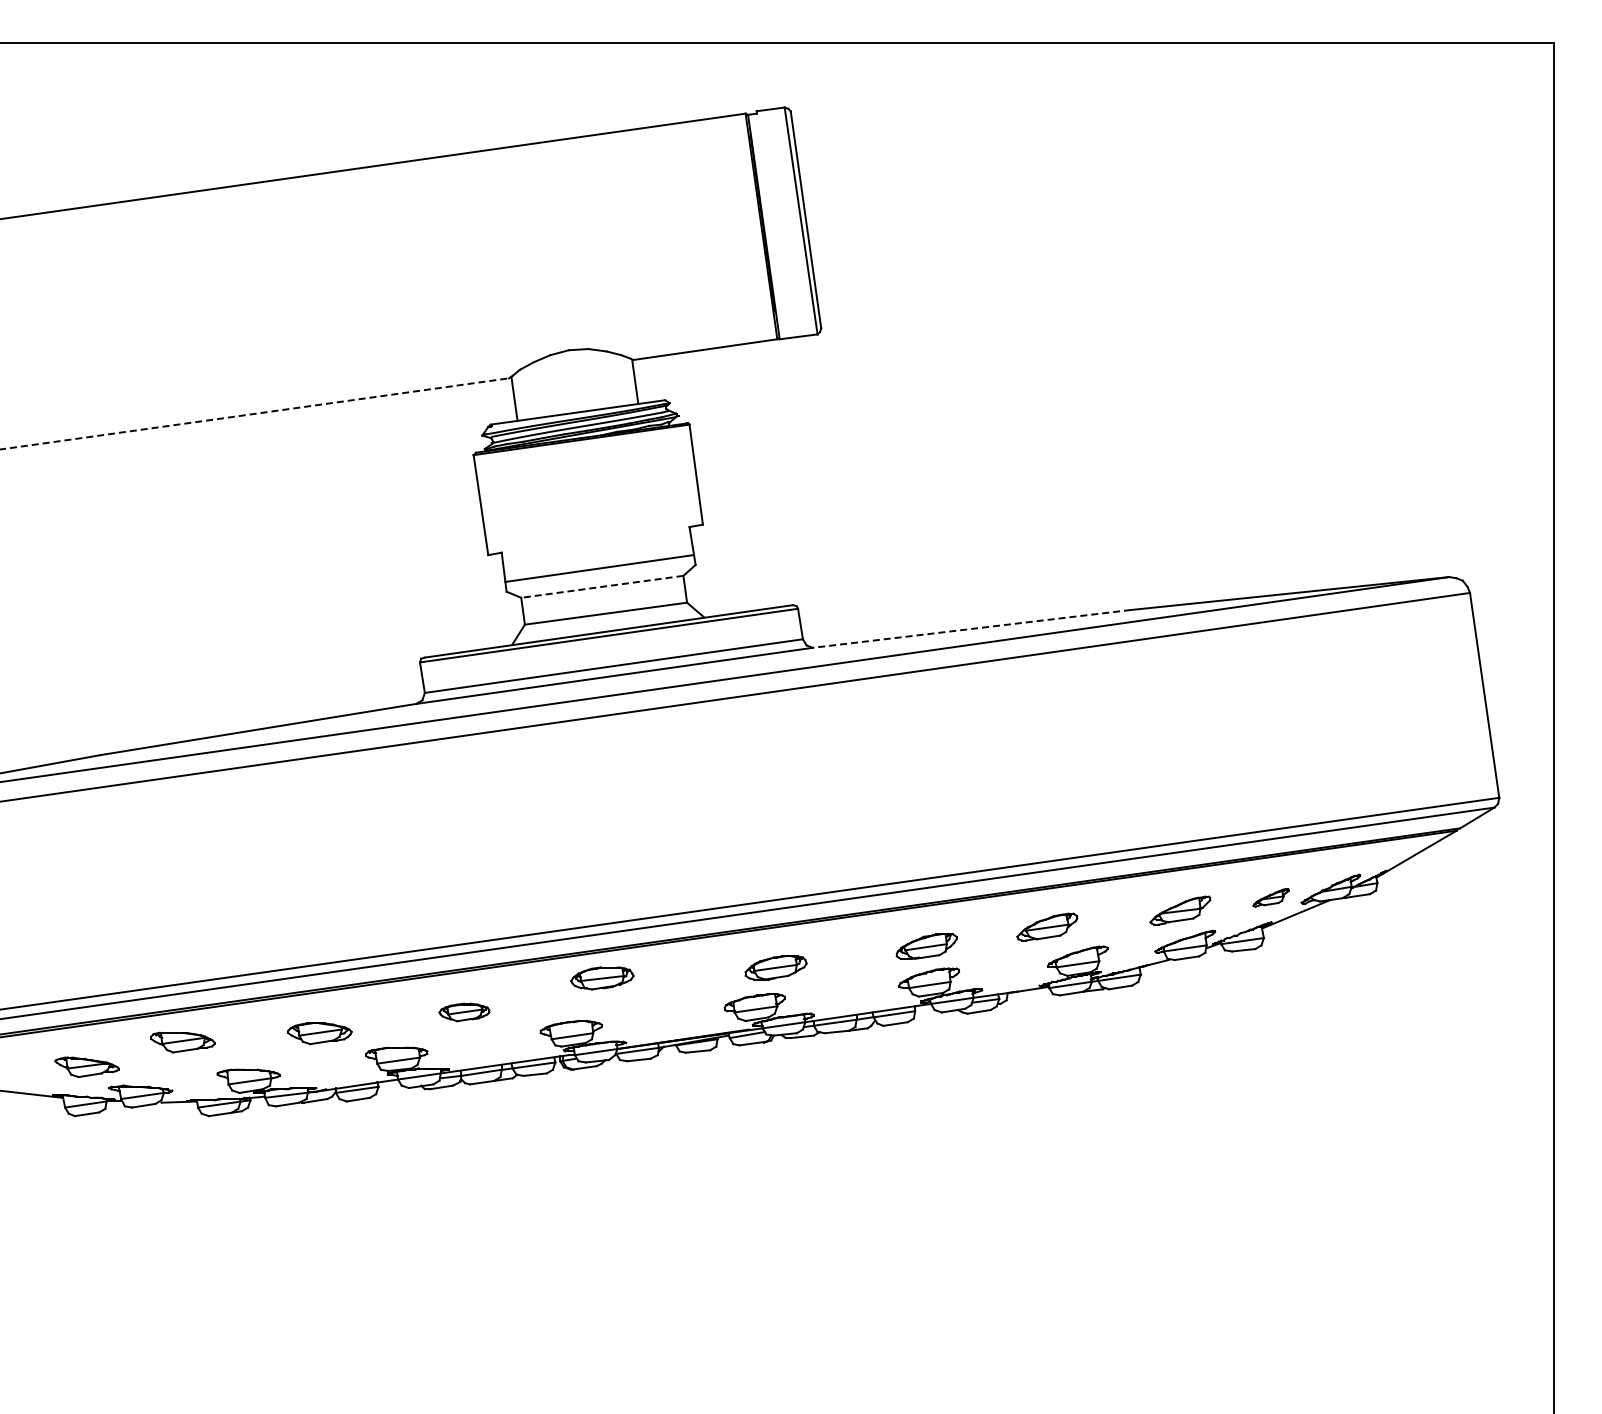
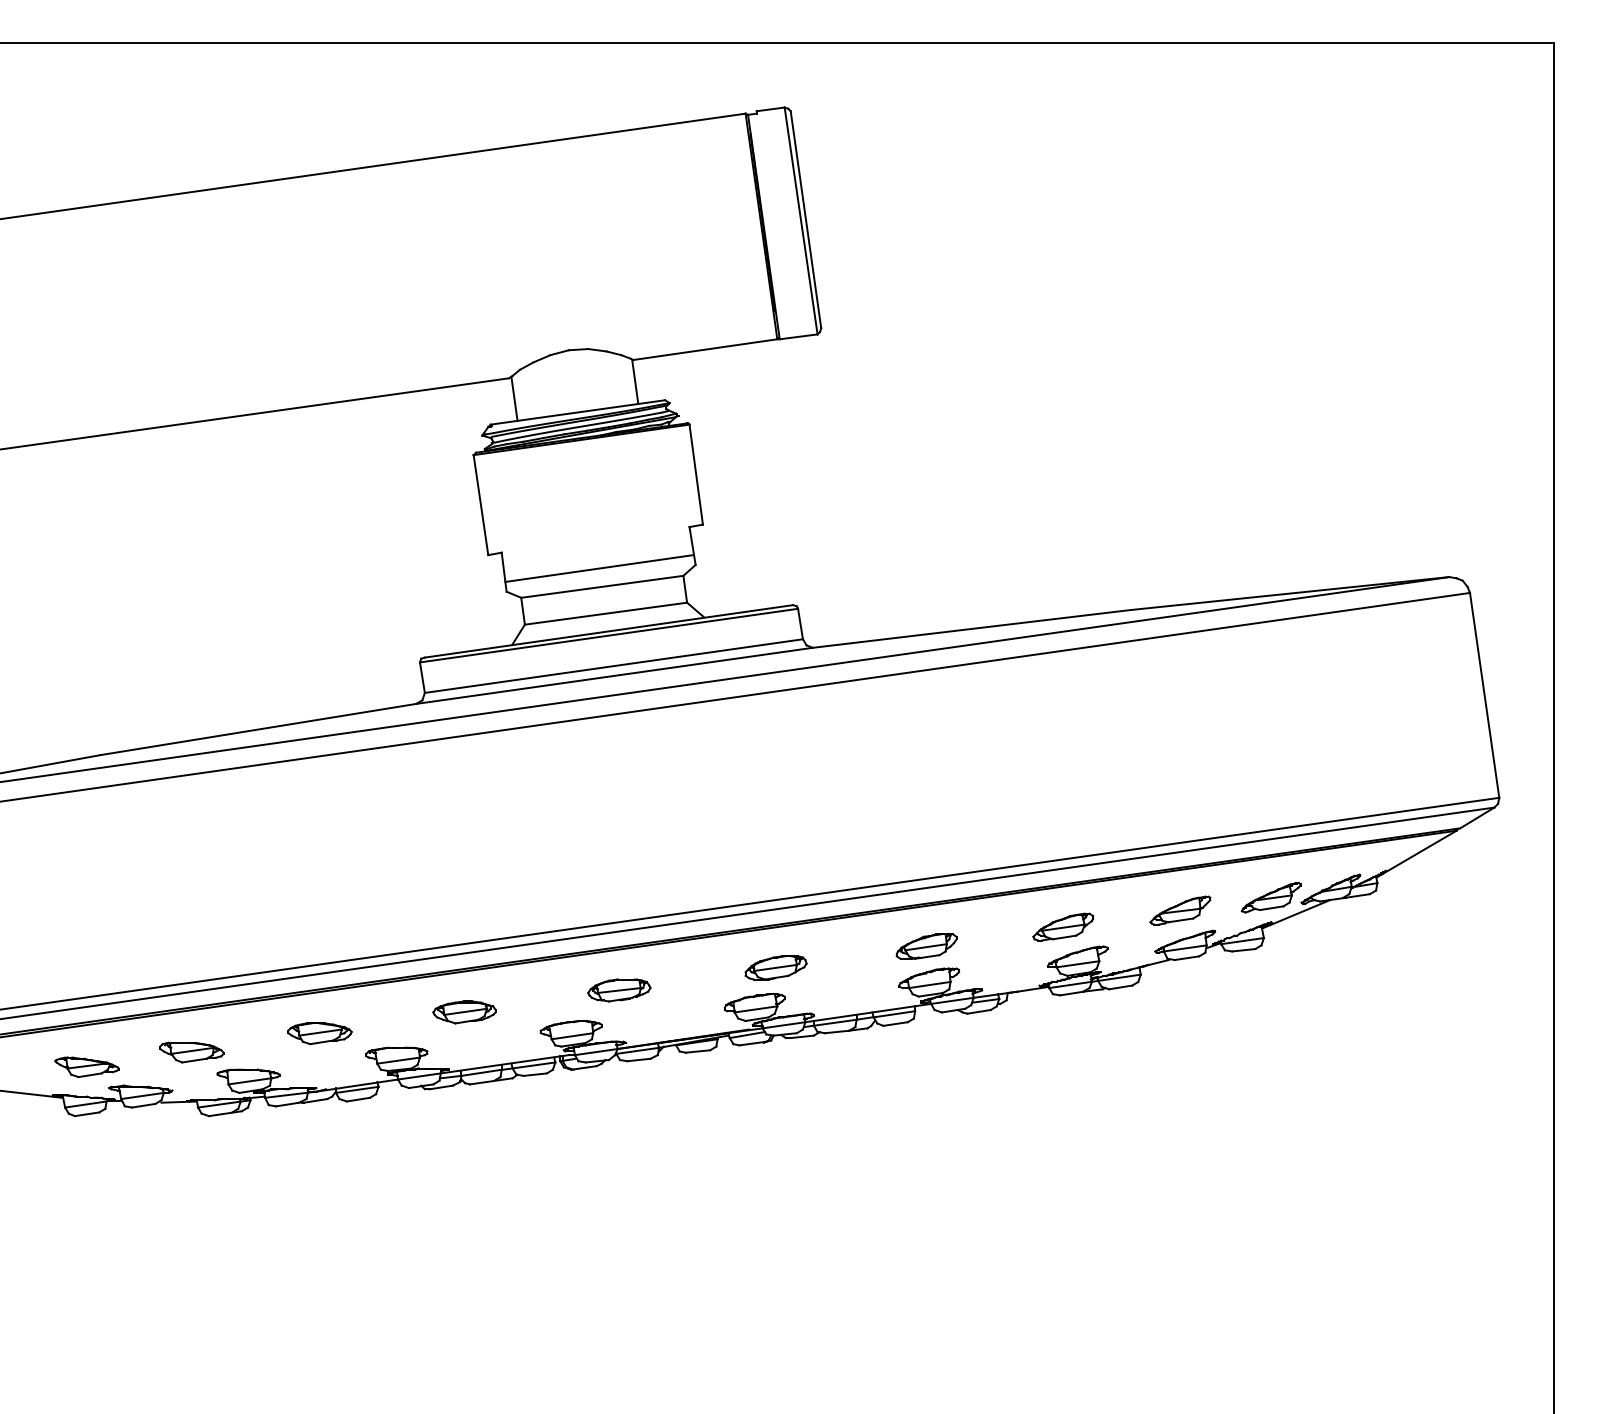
line at (254, 413): dashed -> solid
line at (602, 586): dashed -> solid
line at (971, 628): dashed -> solid
part at (1270, 897) size: 38x20 px -> 62x32 px
part at (1047, 926) position: (1047, 926) -> (1063, 926)
part at (602, 978) position: (602, 978) -> (619, 990)
part at (464, 1012) size: 53x21 px -> 65x25 px
part at (182, 1042) position: (182, 1042) -> (191, 1052)
